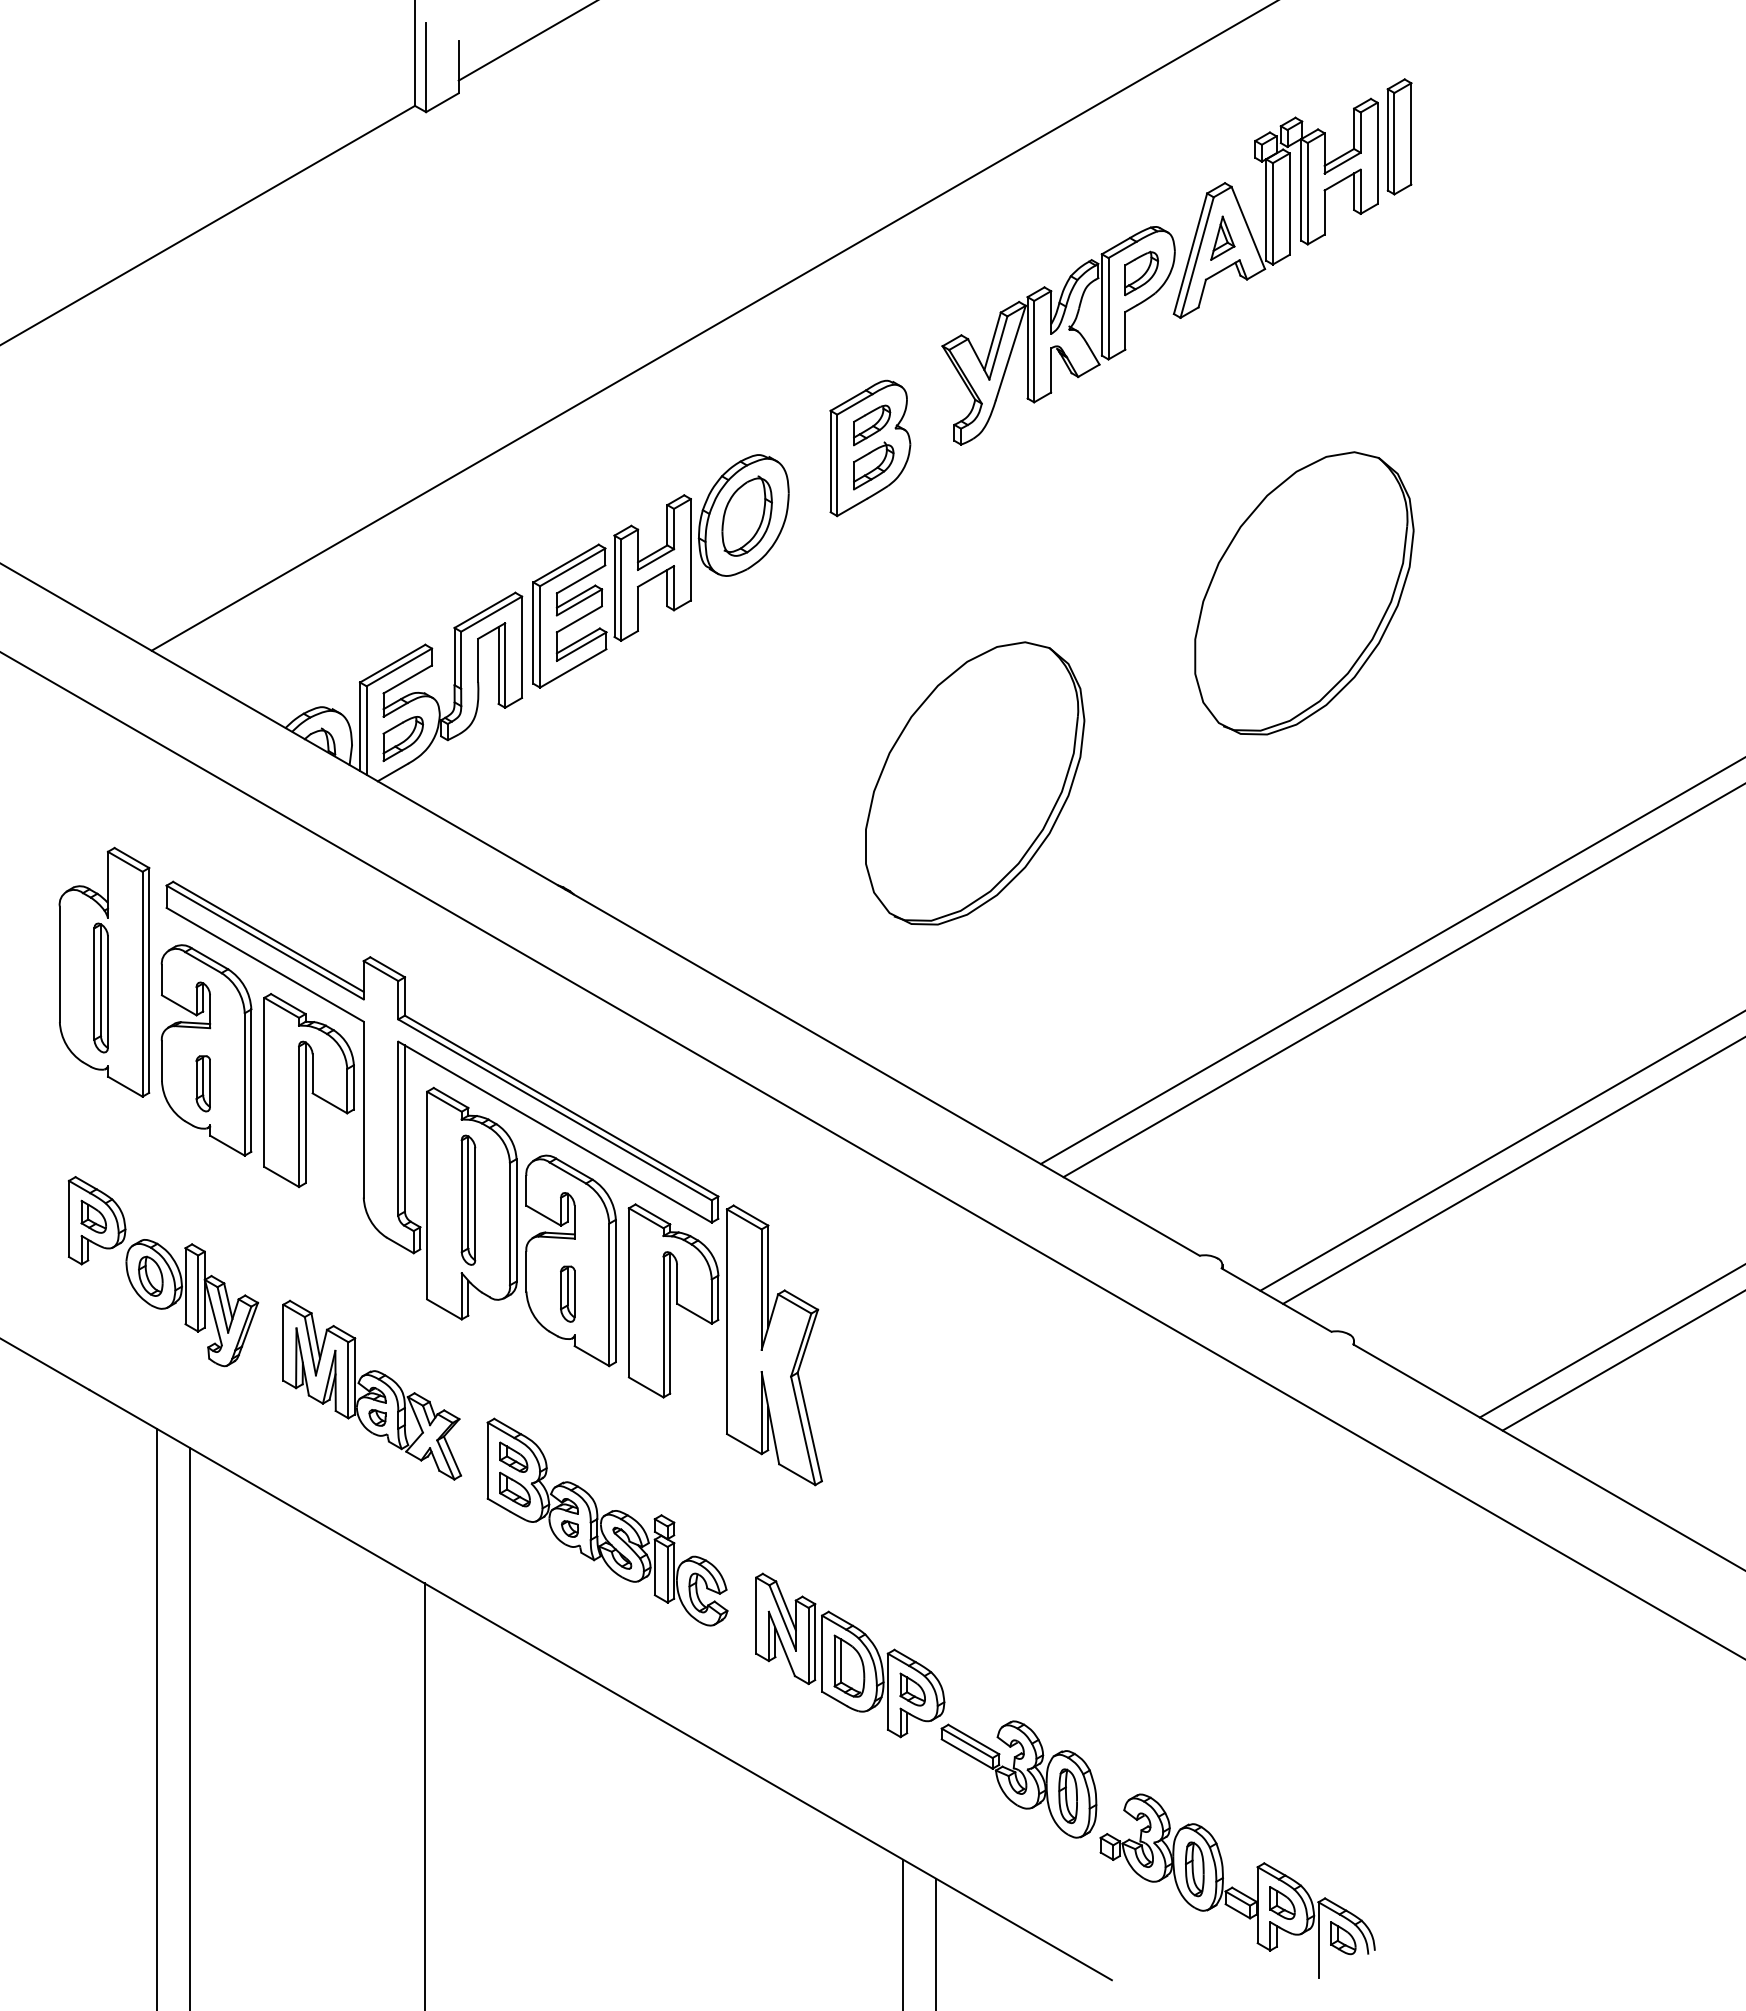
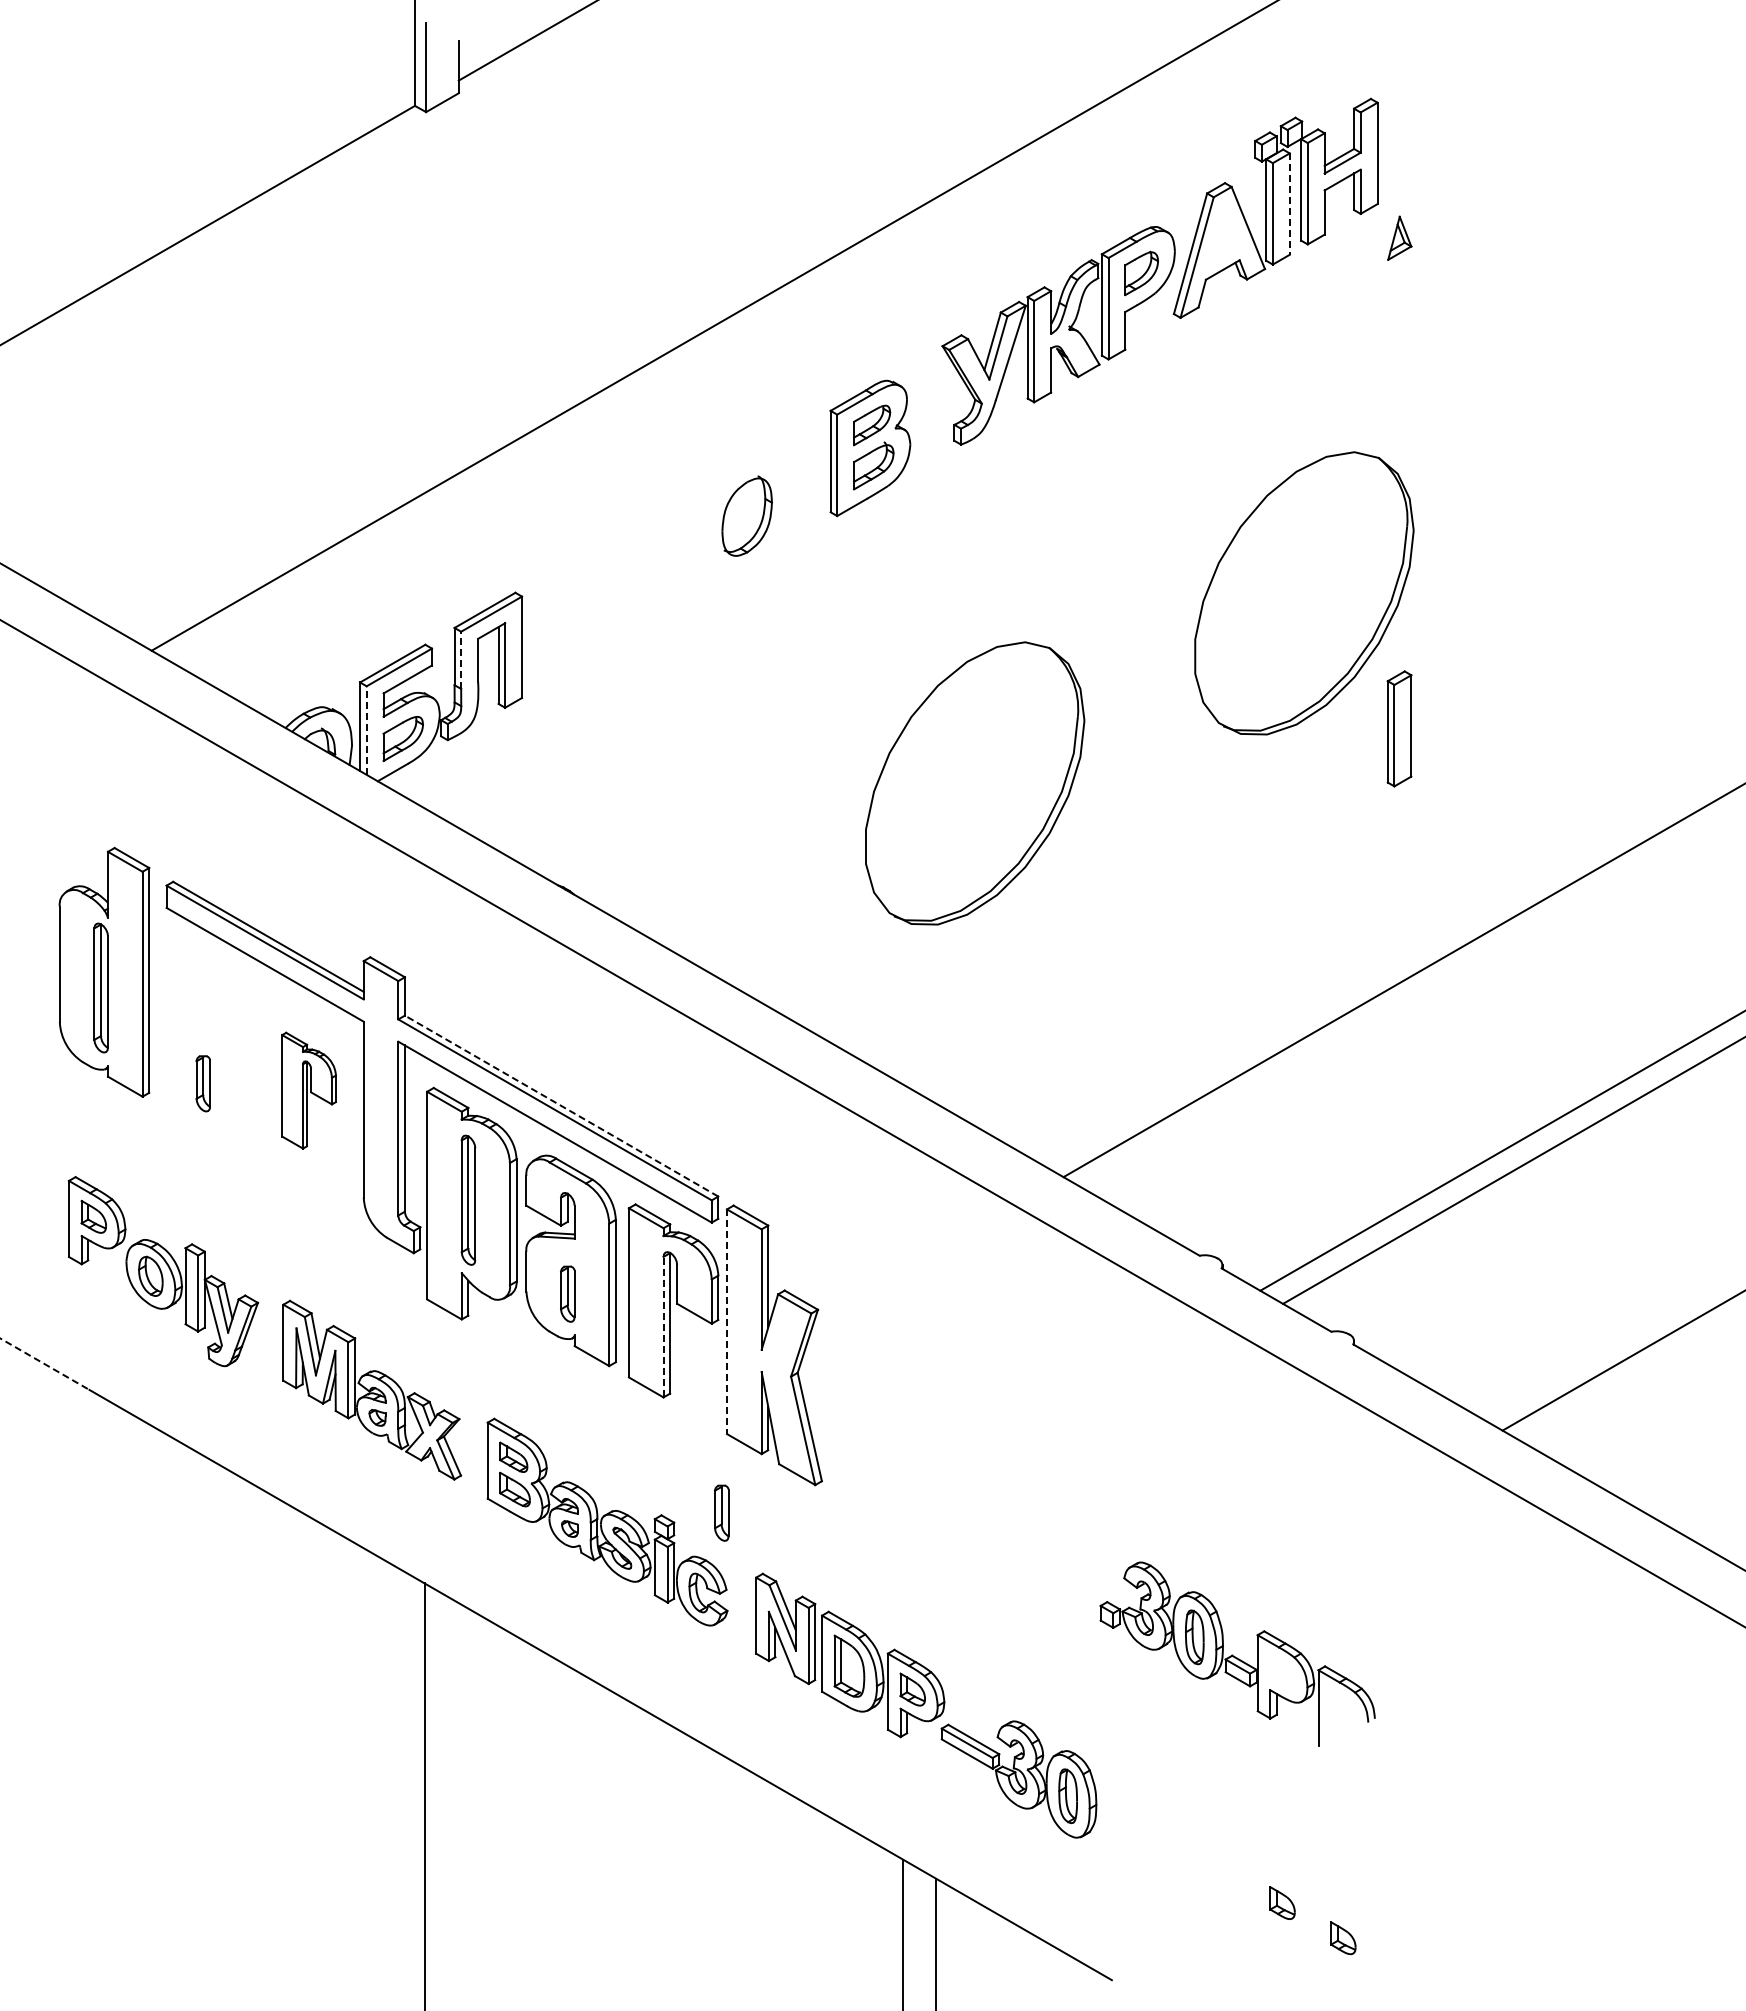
part at (1399, 136) position: (1399, 136) -> (1399, 728)
line at (1289, 204): solid -> dashed
part at (1222, 237) position: (1222, 237) -> (1399, 237)
part at (660, 571): present -> none
line at (461, 660): solid -> dashed
line at (366, 730): solid -> dashed
line at (1391, 961): present -> none
part at (206, 1050): present -> none
part at (308, 1090) size: 92x196 px -> 56x119 px
line at (561, 1106): solid -> dashed
line at (872, 1155) position: (872, 1155) -> (872, 1123)
line at (727, 1322): solid -> dashed
line at (663, 1326): solid -> dashed
line at (1610, 1341): present -> none
line at (45, 1364): solid -> dashed
part at (721, 1512): none -> present
line at (157, 1717): present -> none
line at (189, 1727): present -> none
part at (1237, 1885) position: (1237, 1885) -> (1237, 1653)
